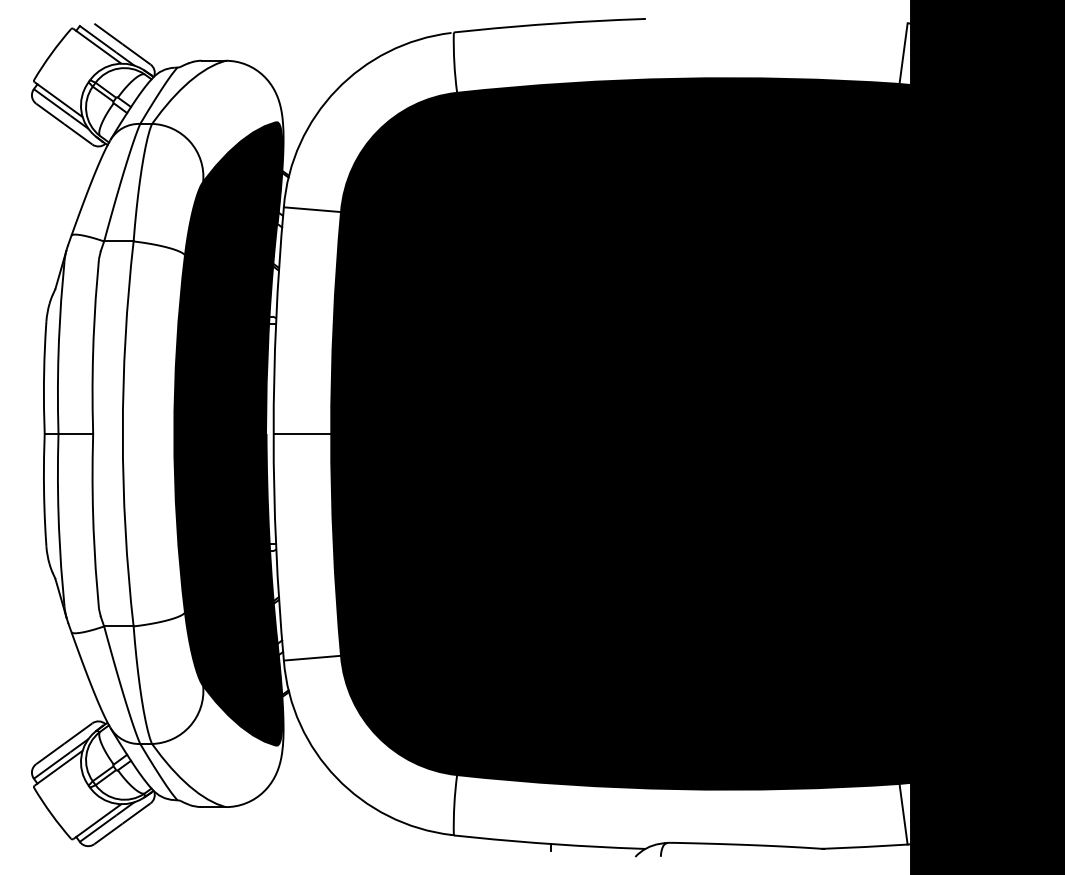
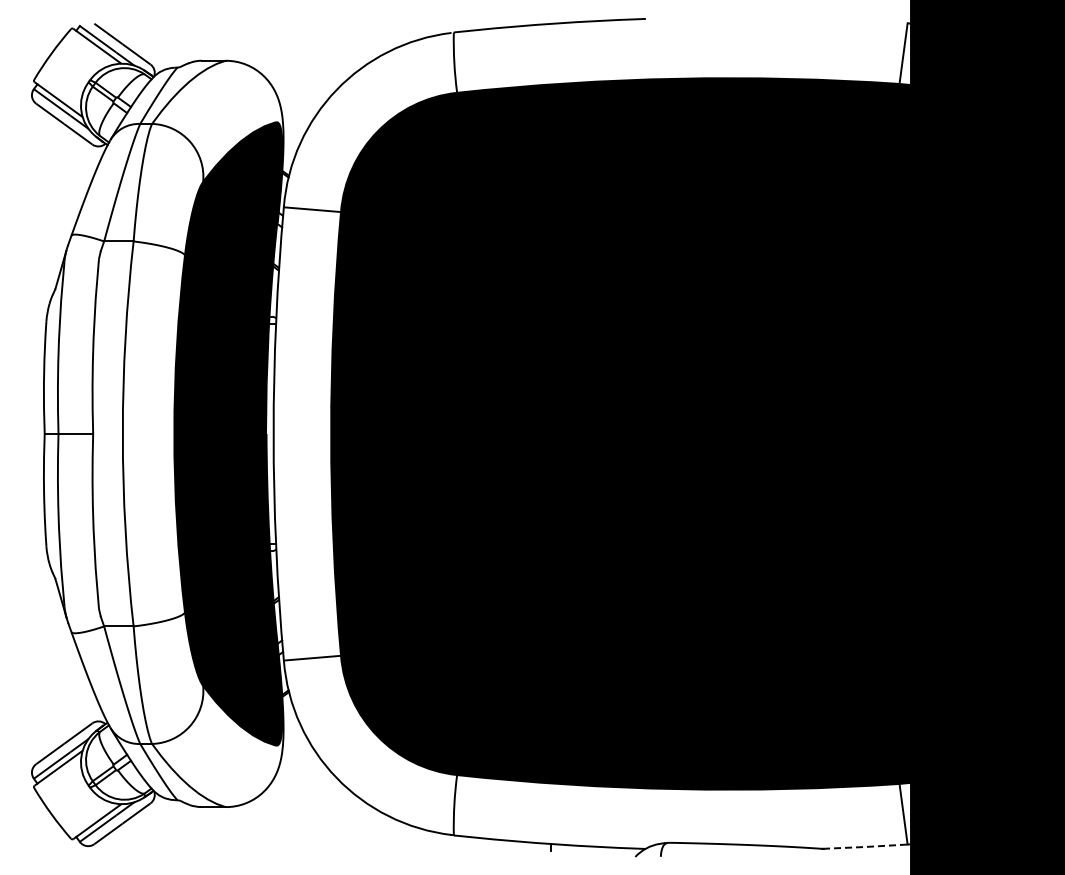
line at (302, 433): present -> none
line at (864, 847): solid -> dashed
